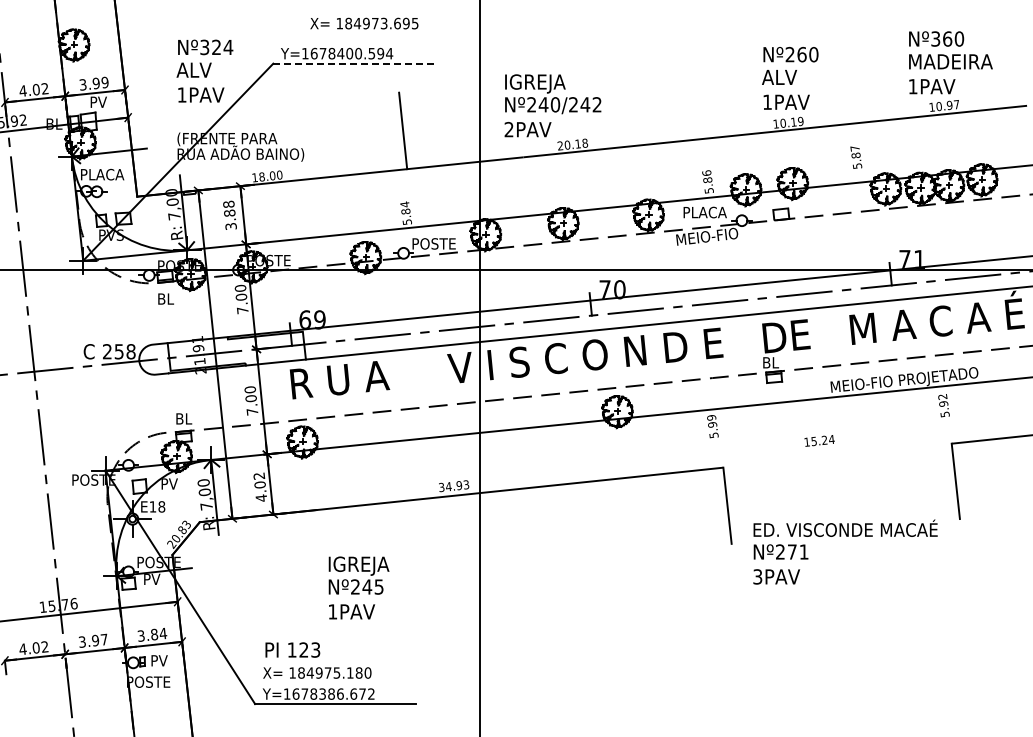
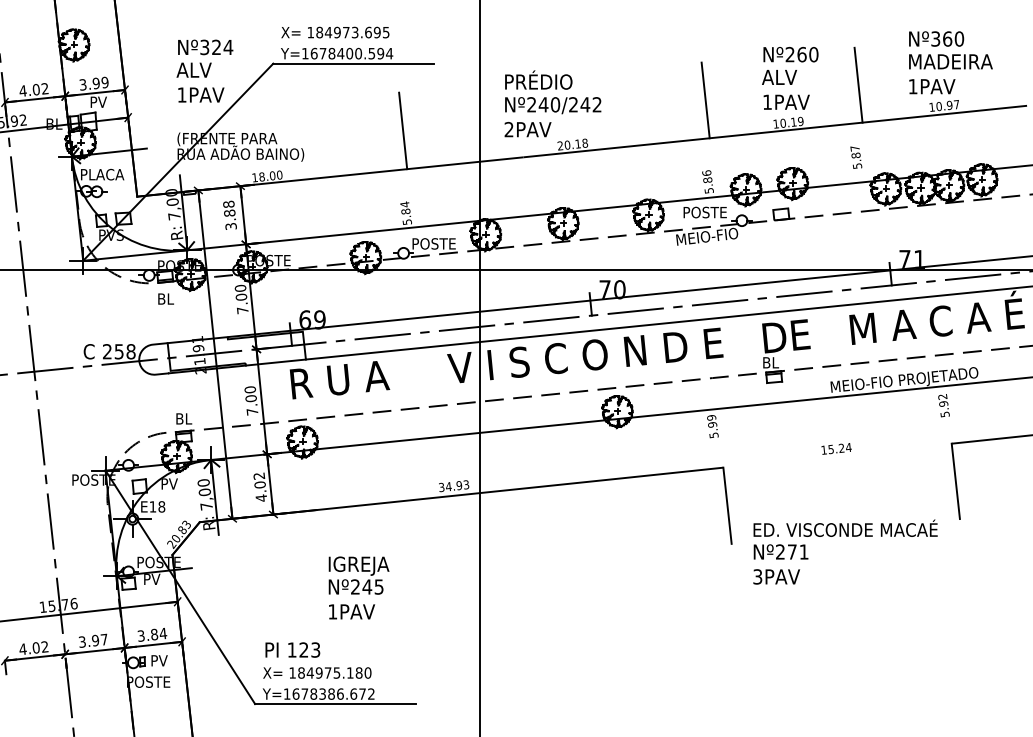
text at (364, 23) position: (364, 23) -> (335, 32)
line at (353, 63): dashed -> solid
text at (539, 81): IGREJA -> PRÉDIO
line at (858, 84): none -> present
line at (705, 100): none -> present
text at (708, 212): PLACA -> POSTE
text at (819, 440) position: (819, 440) -> (836, 448)
